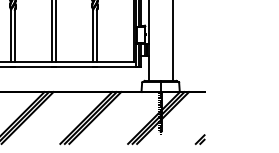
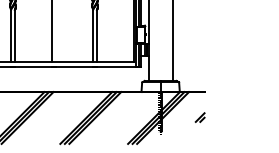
line at (55, 31): present -> none
part at (199, 139) position: (199, 139) -> (199, 117)
